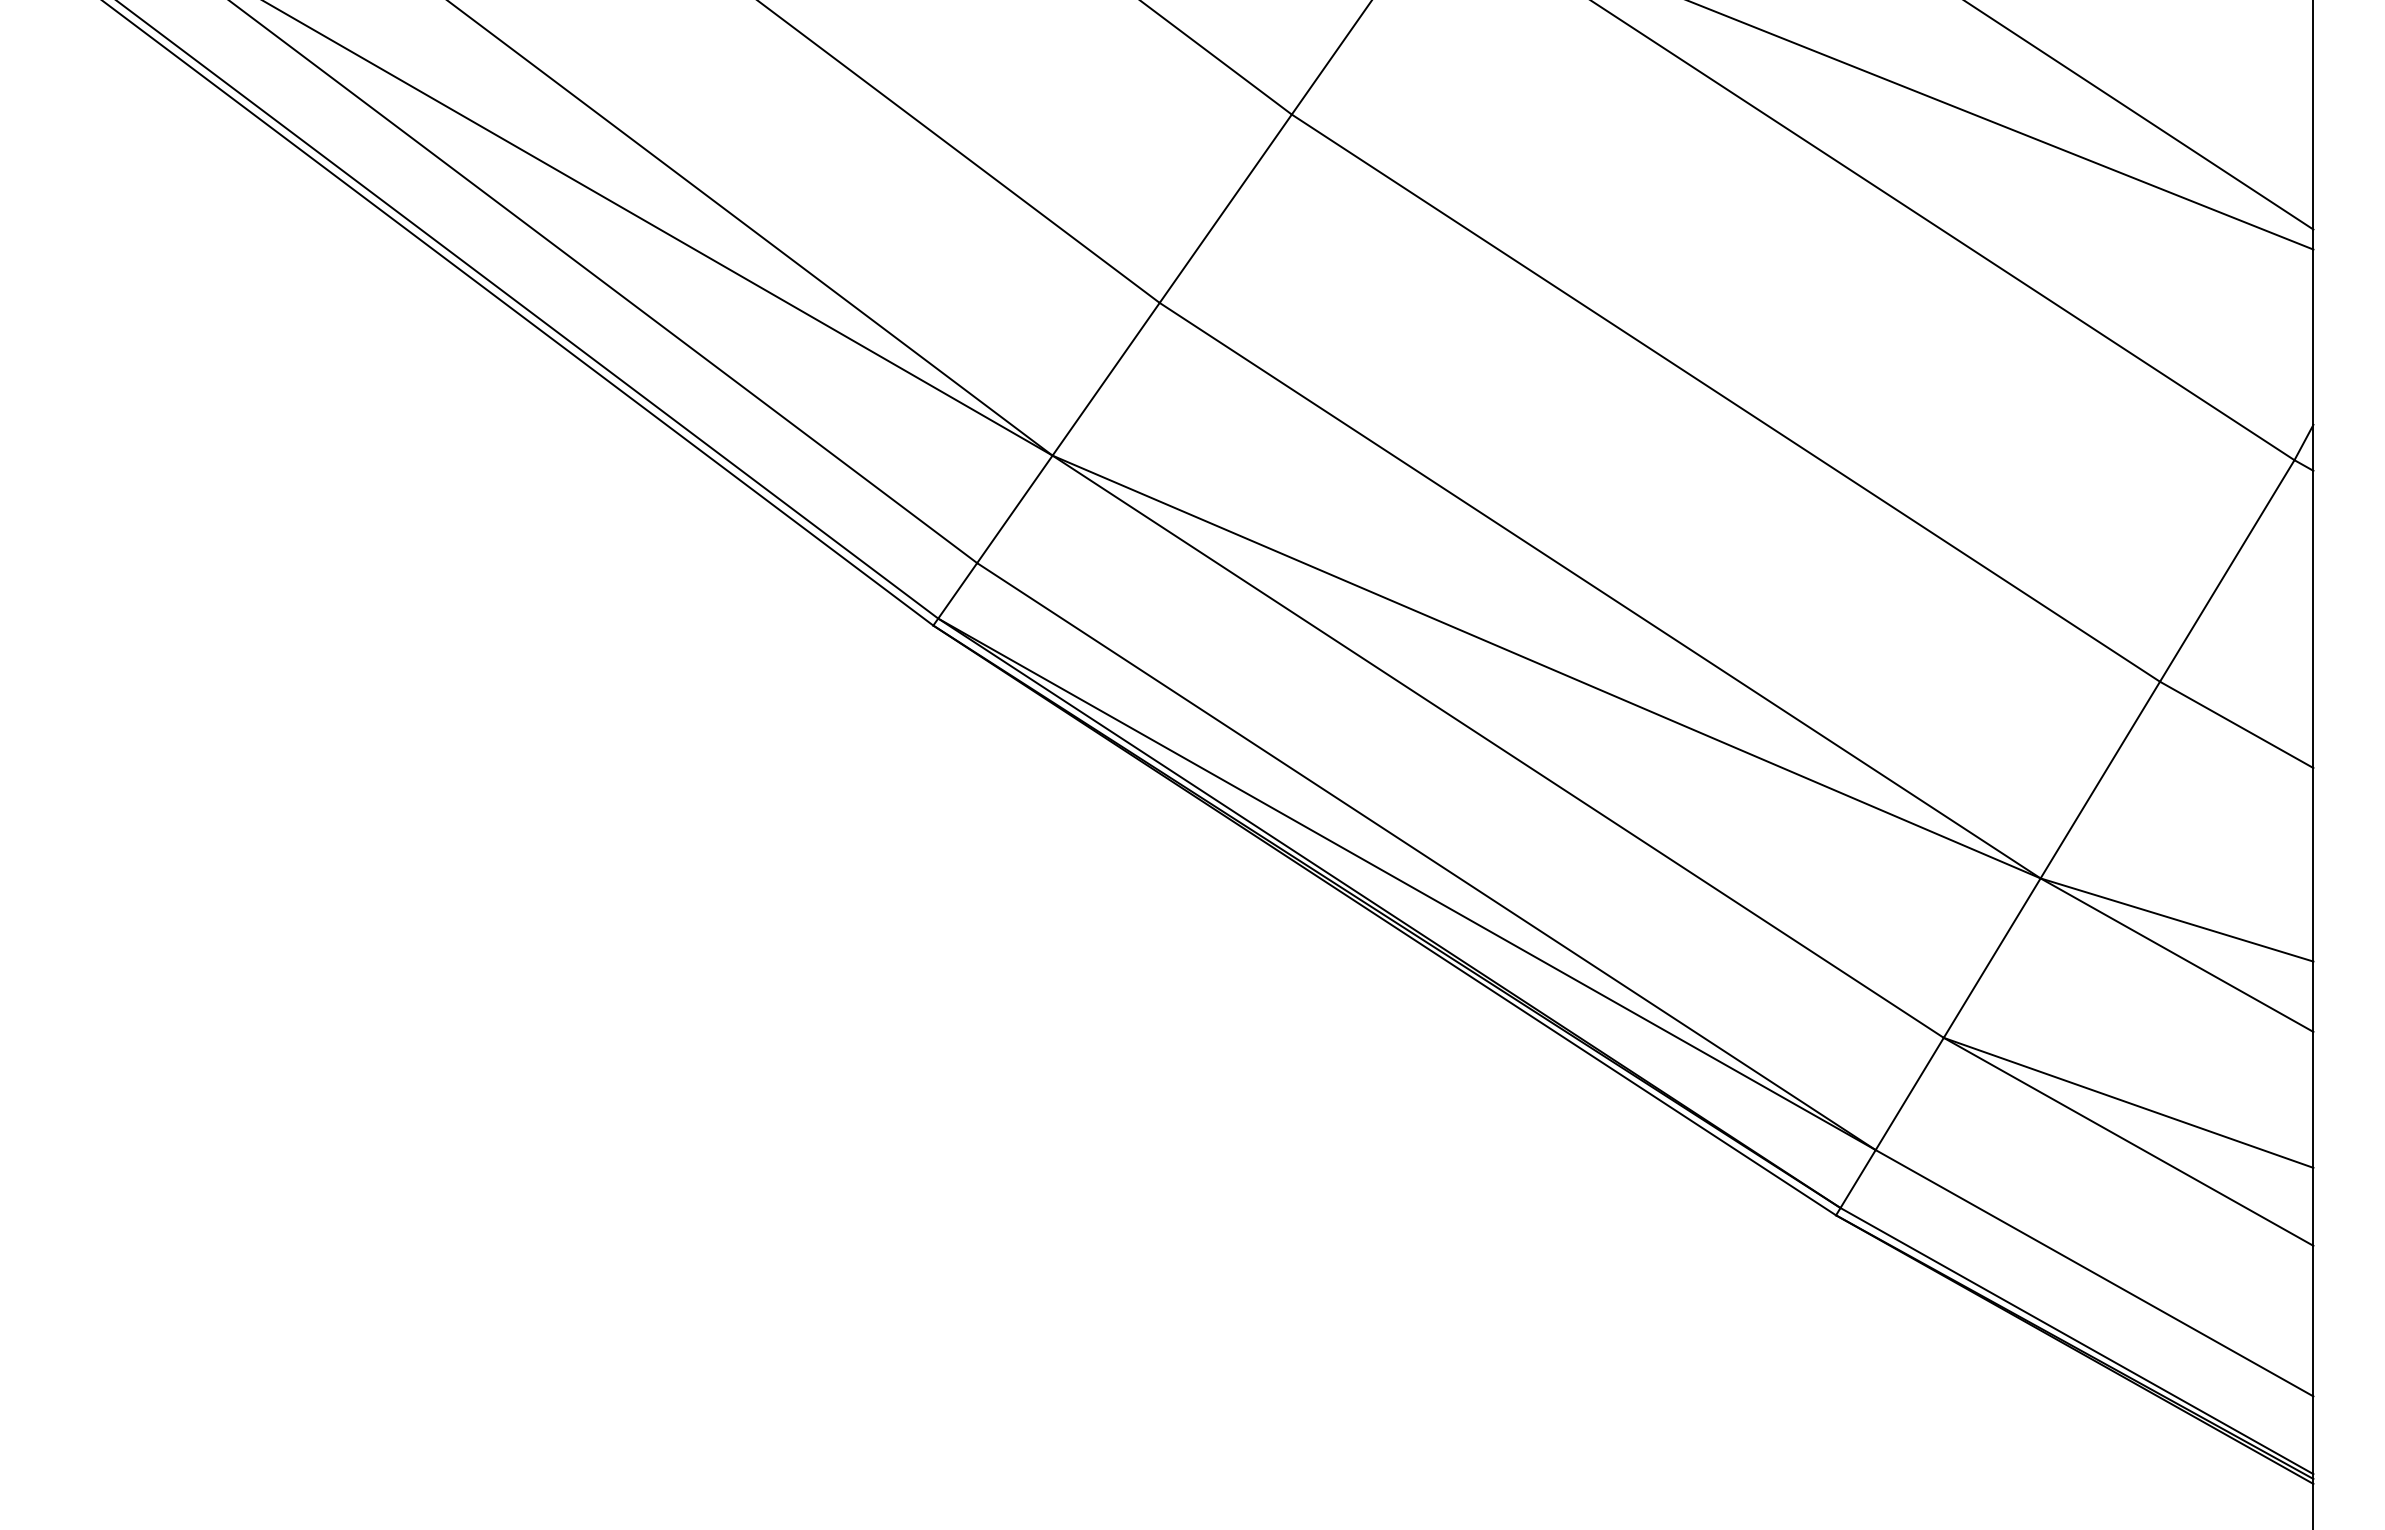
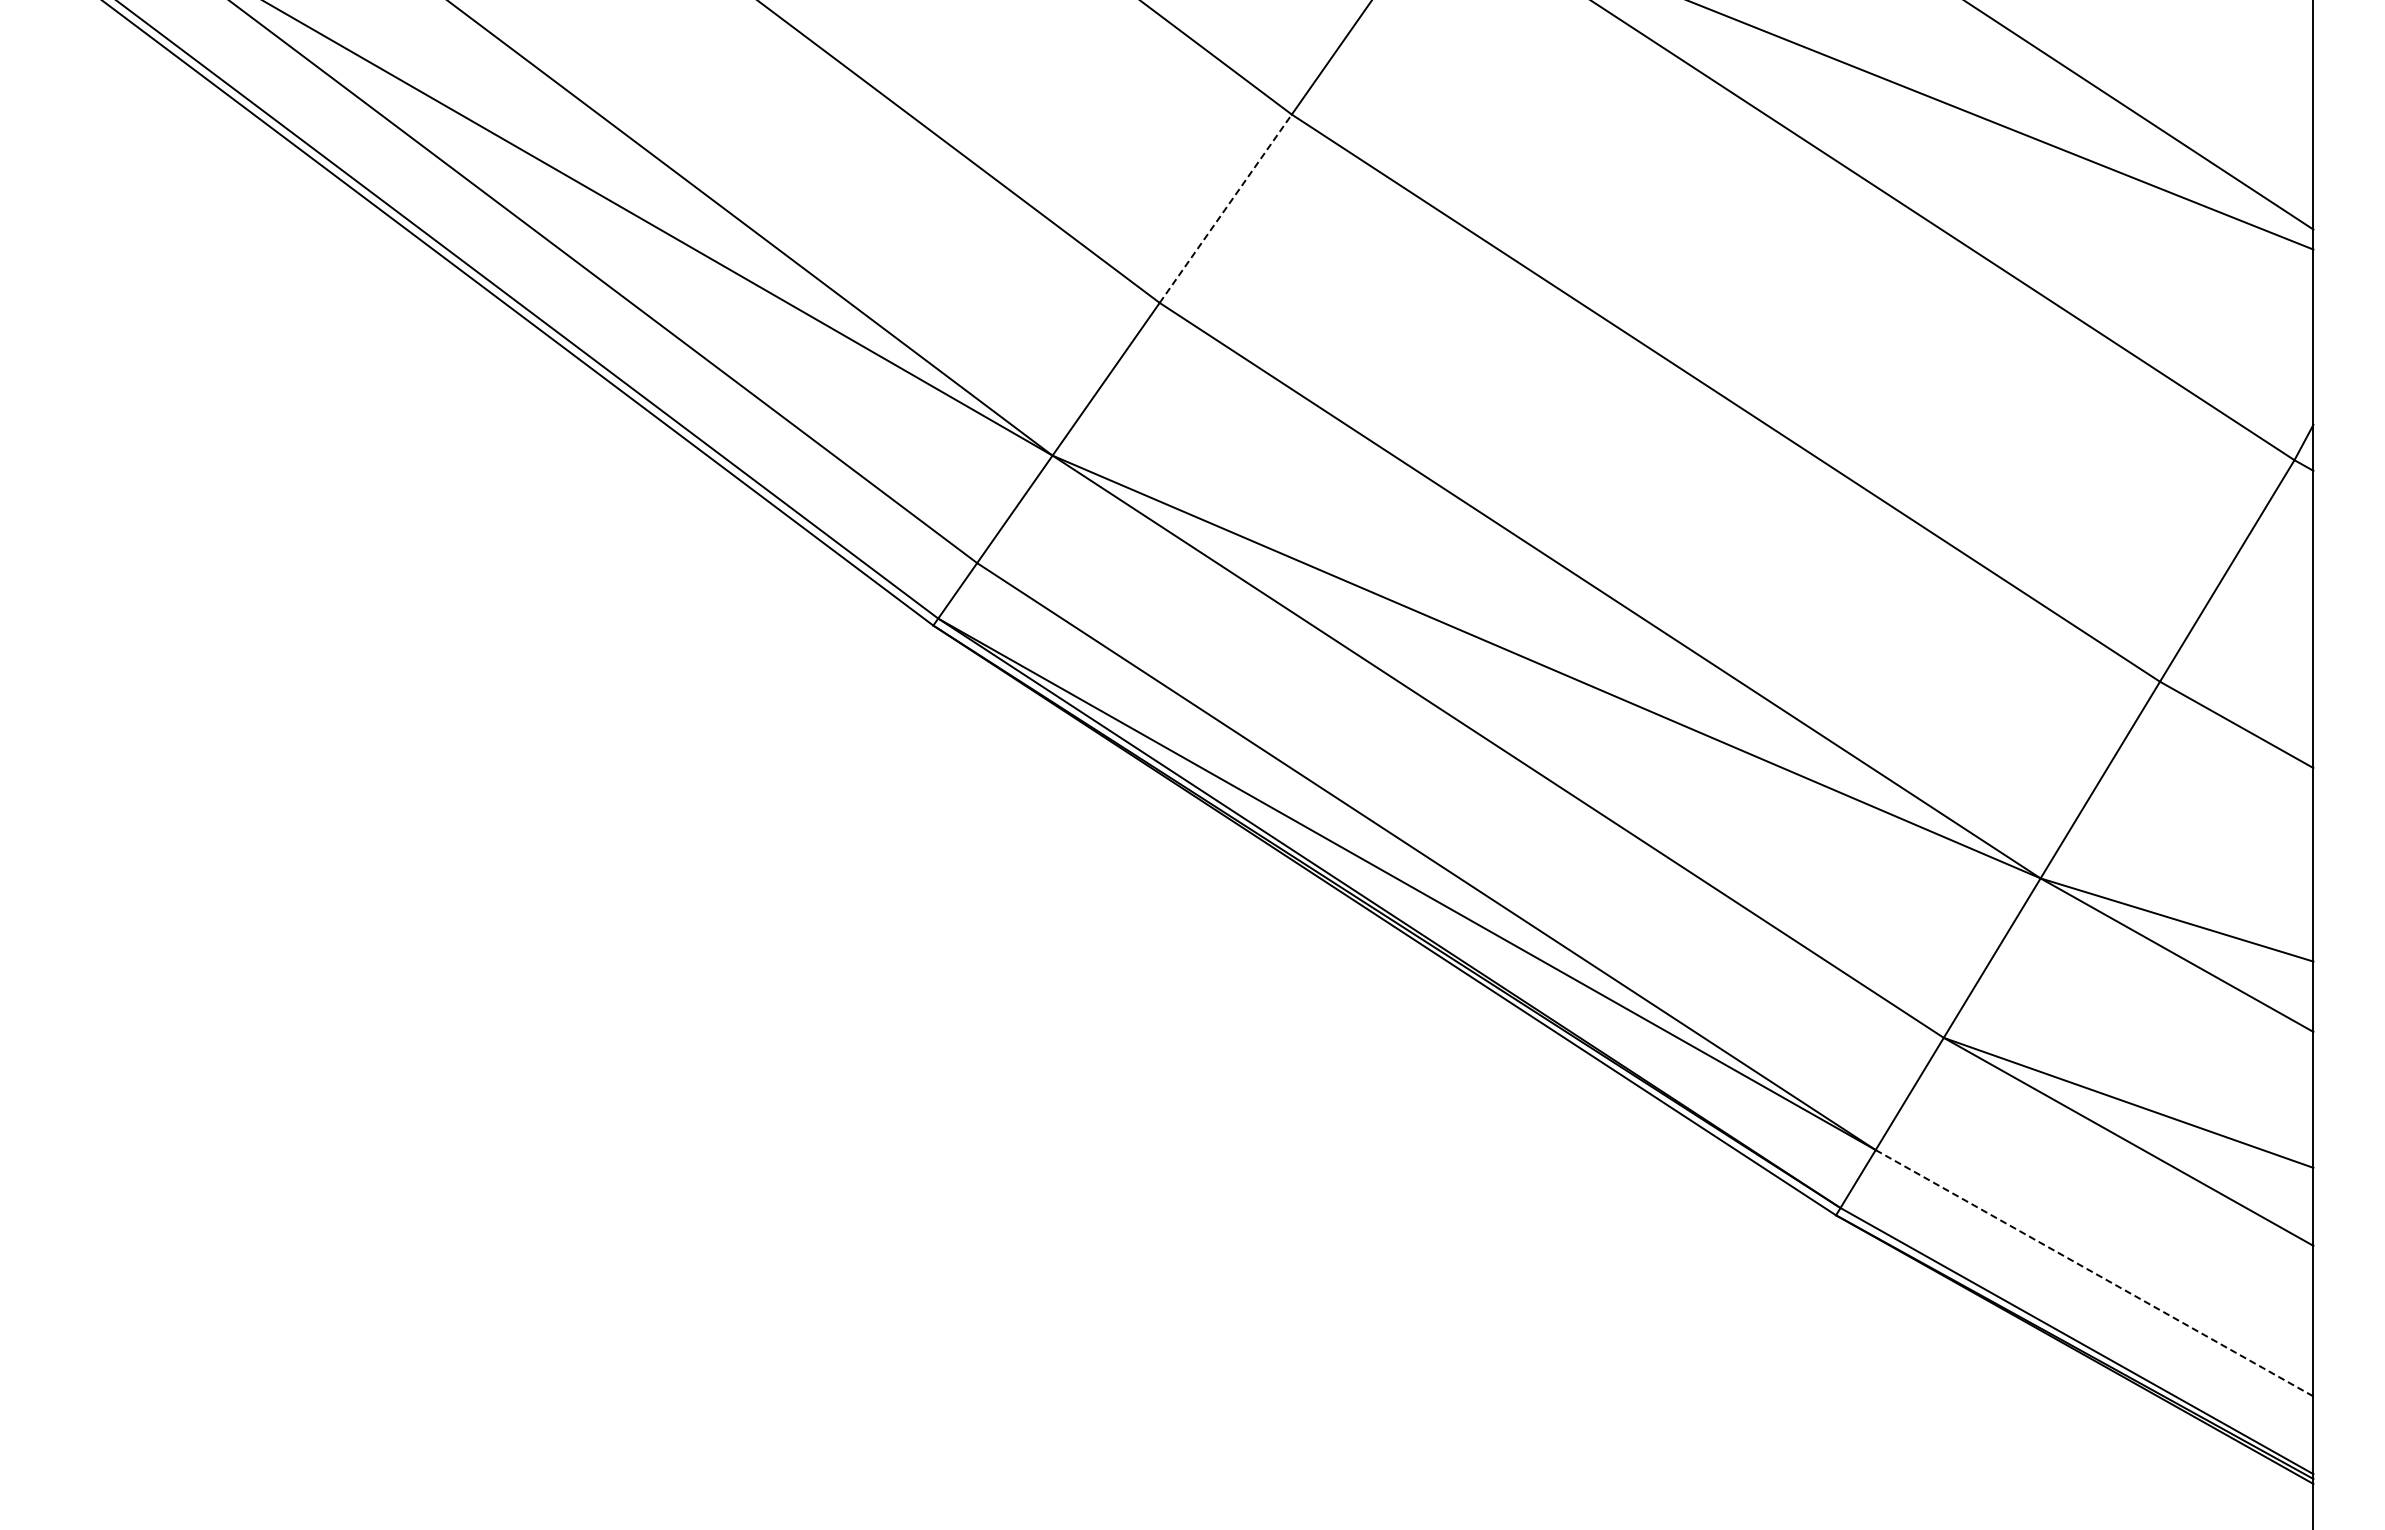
line at (1226, 208): solid -> dashed
line at (2095, 1273): solid -> dashed
